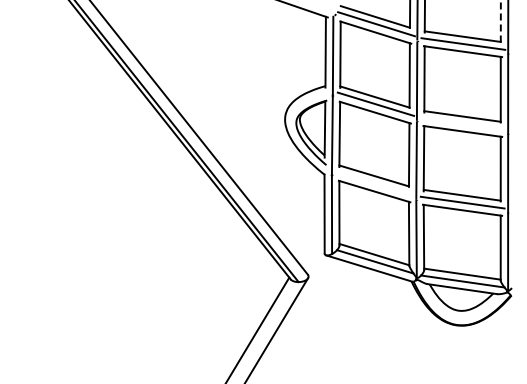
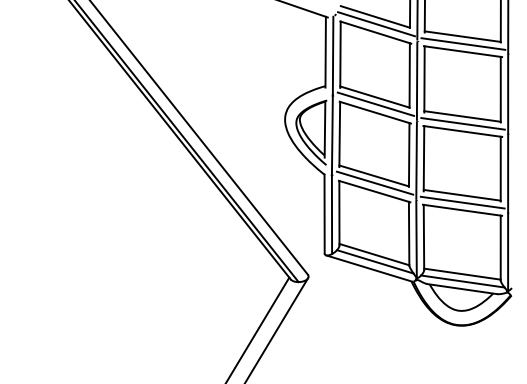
line at (500, 21): dashed -> solid
line at (462, 123): none -> present
line at (374, 182): none -> present
